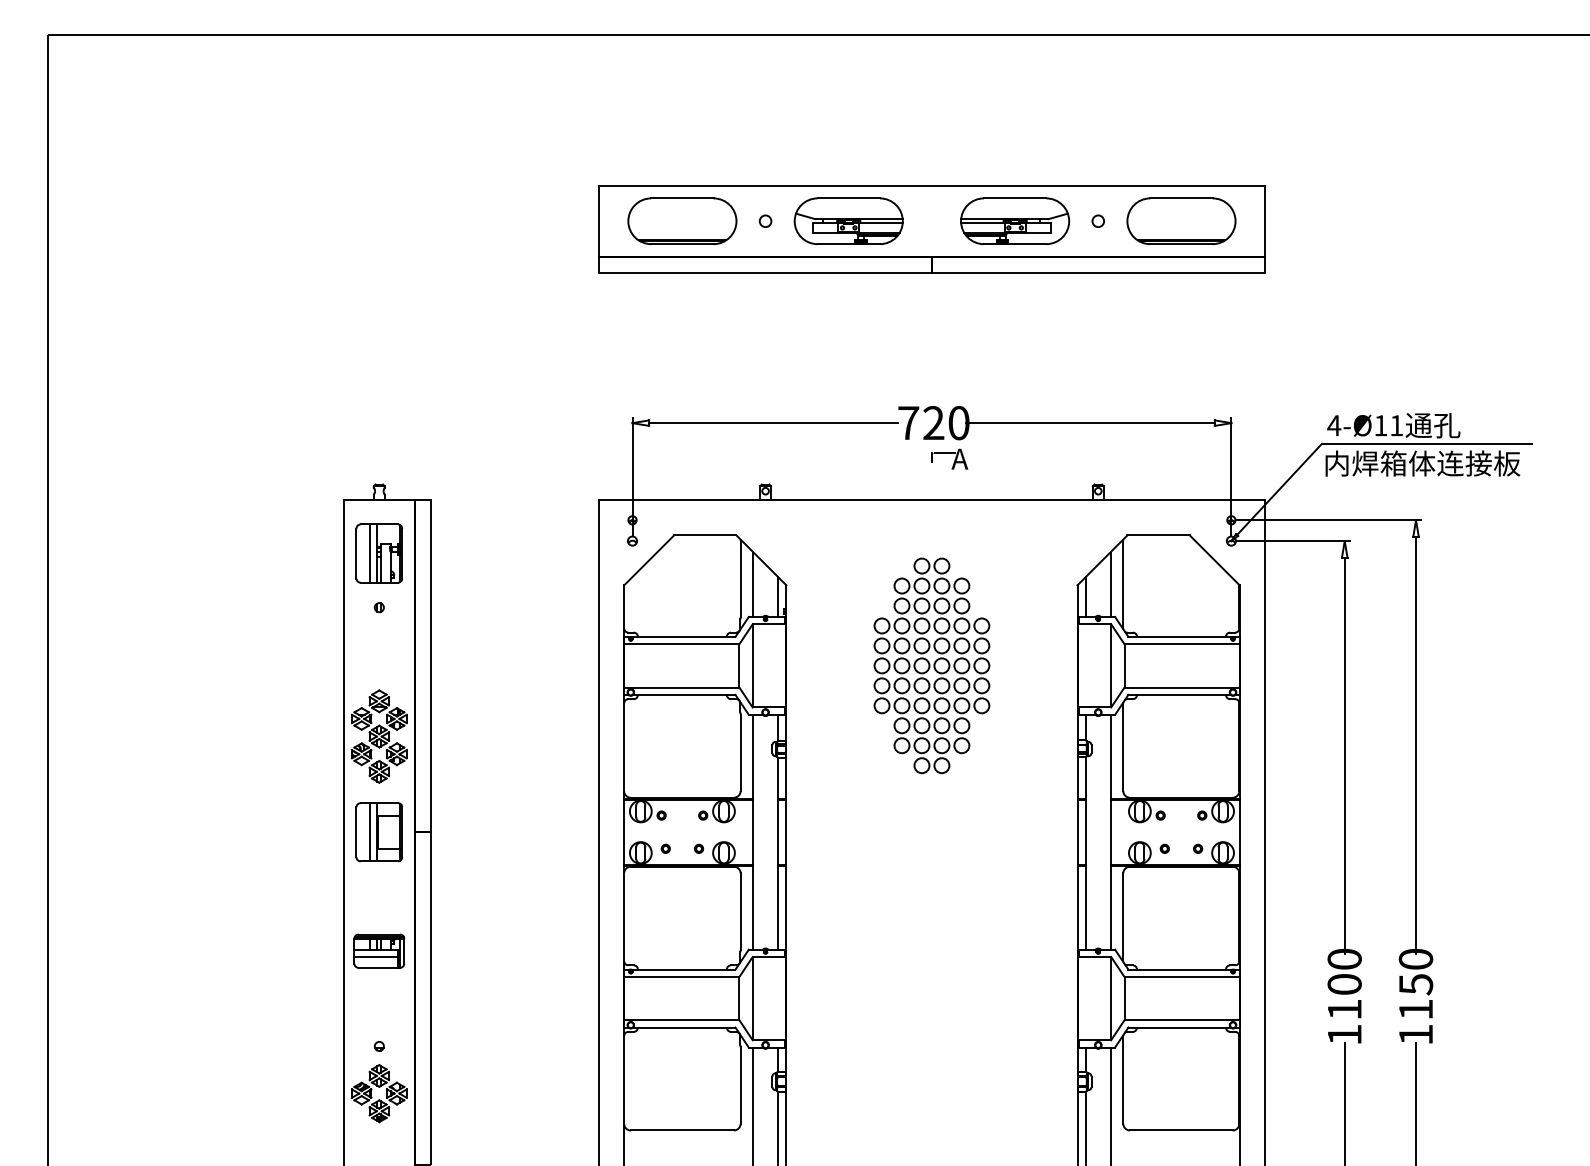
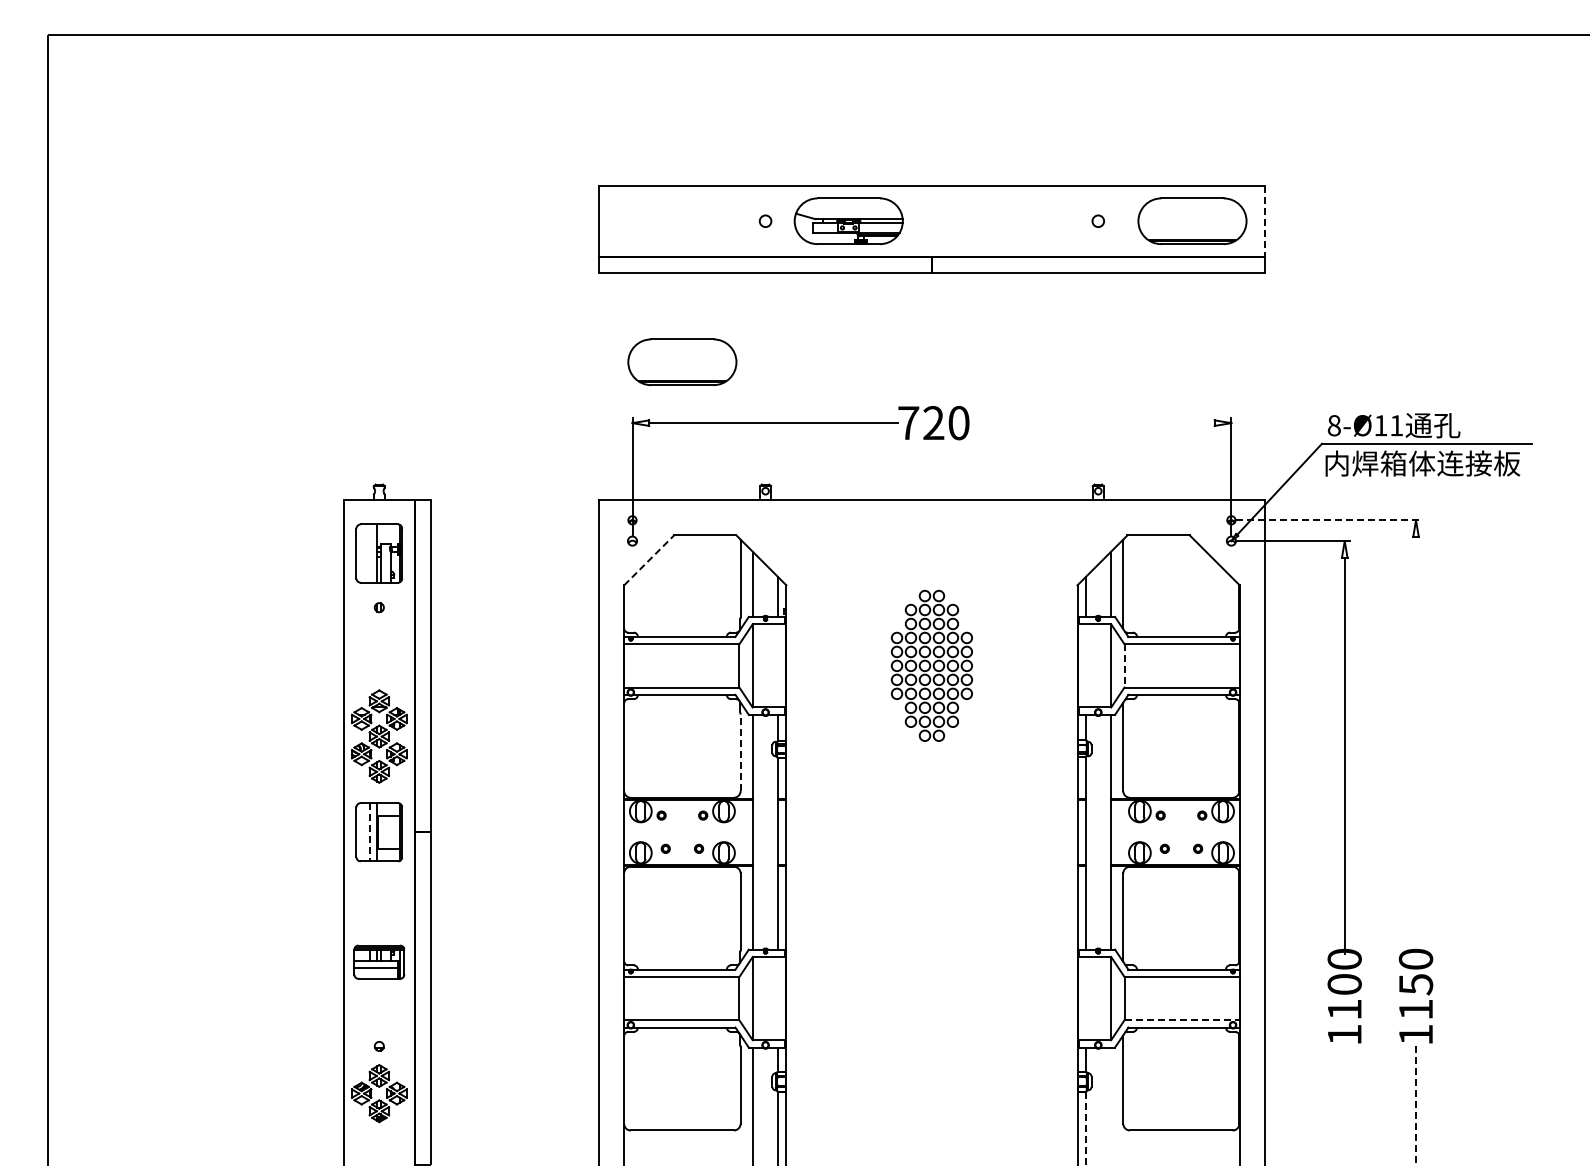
part at (682, 220) position: (682, 220) -> (682, 361)
part at (1015, 220): present -> none
part at (1181, 220) position: (1181, 220) -> (1192, 220)
line at (1264, 221): solid -> dashed
line at (1089, 423): present -> none
text at (1334, 425): 4-Ø11 -> 8-Ø11
part at (949, 458): present -> none
line at (1329, 520): solid -> dashed
line at (370, 553): present -> none
line at (649, 560): solid -> dashed
part at (931, 665) size: 118x218 px -> 83x152 px
line at (1124, 665): solid -> dashed
line at (1416, 745): present -> none
line at (740, 752): solid -> dashed
line at (370, 832): solid -> dashed
part at (379, 950) position: (379, 950) -> (379, 961)
line at (1182, 1020): solid -> dashed
line at (1344, 1102): present -> none
line at (1416, 1103): solid -> dashed
line at (1110, 1104): present -> none
line at (1085, 1128): solid -> dashed
